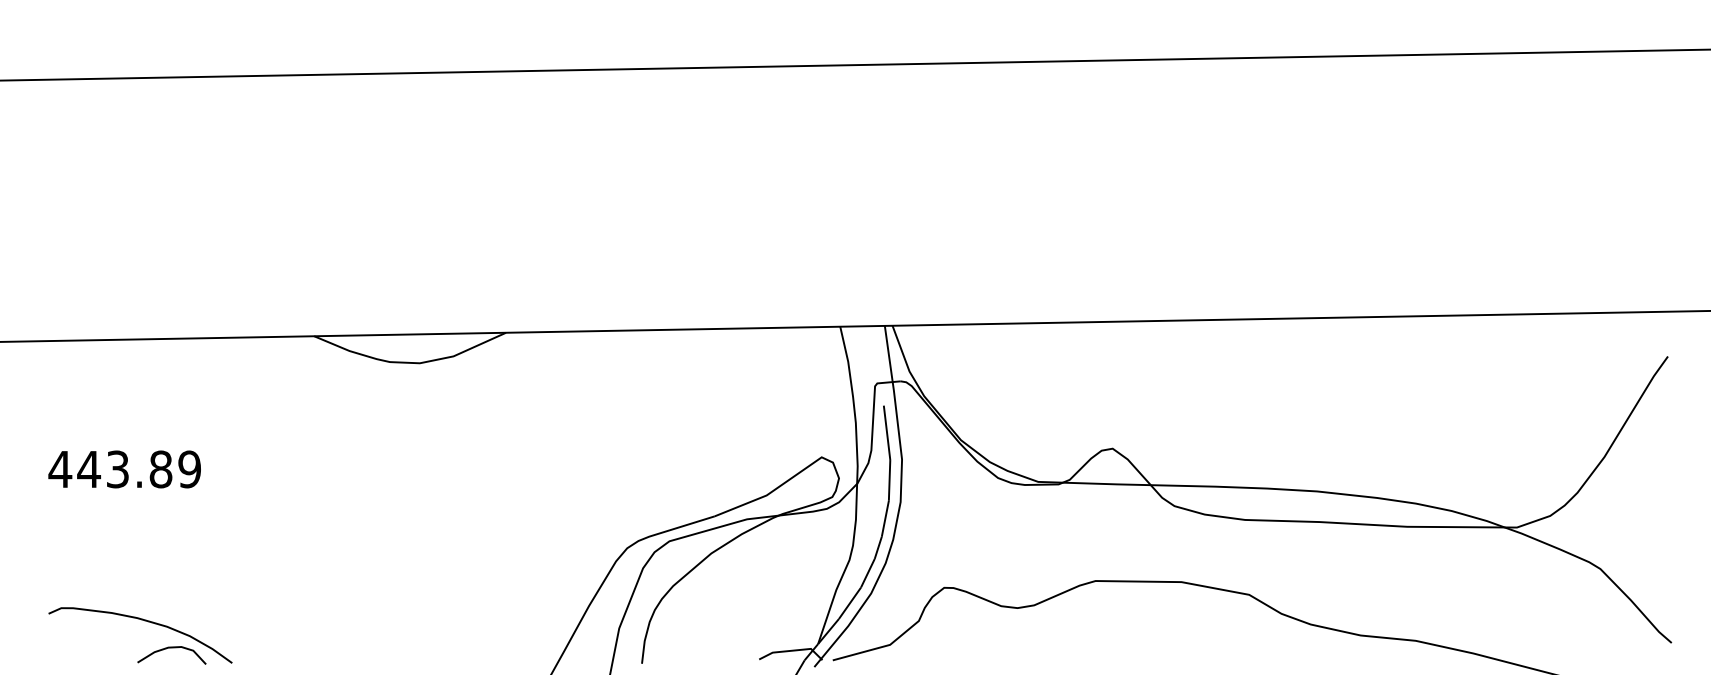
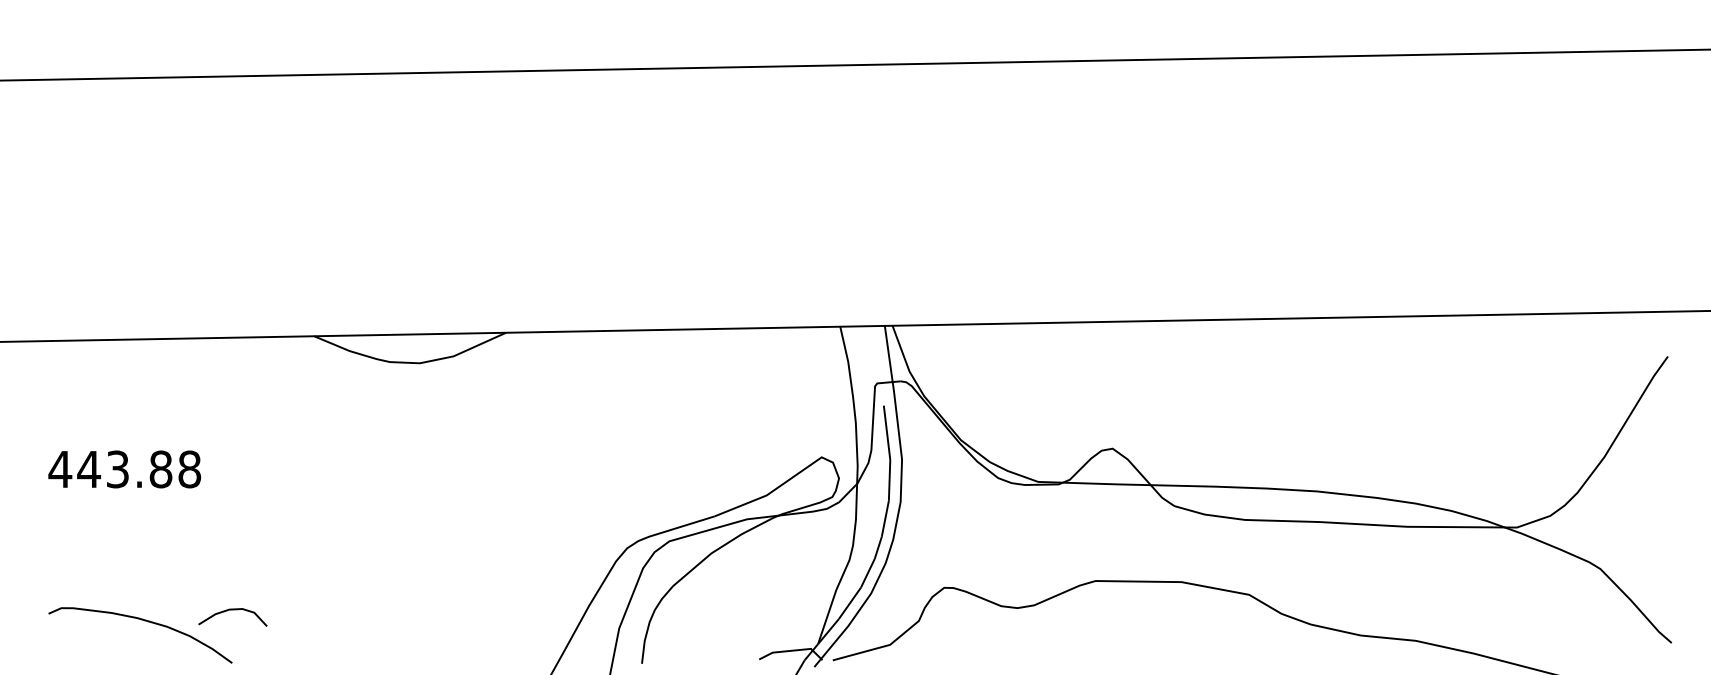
text at (189, 469): 443.89 -> 443.88
curve at (171, 648) position: (171, 648) -> (232, 610)
